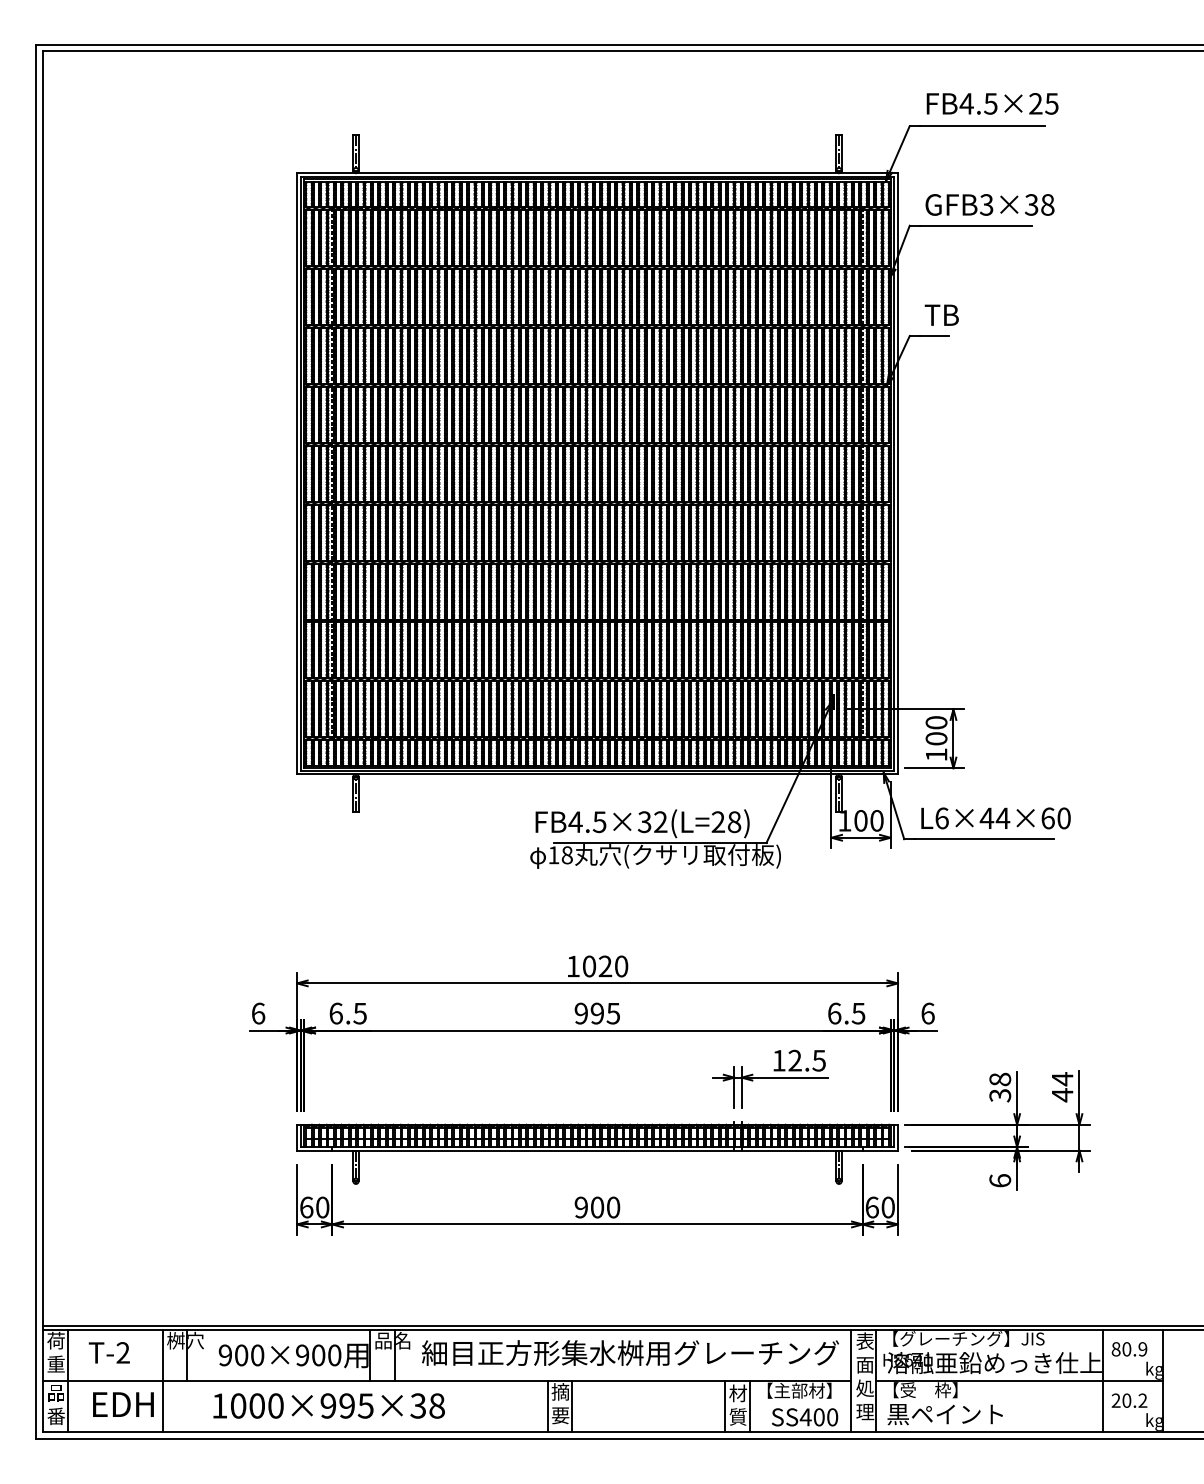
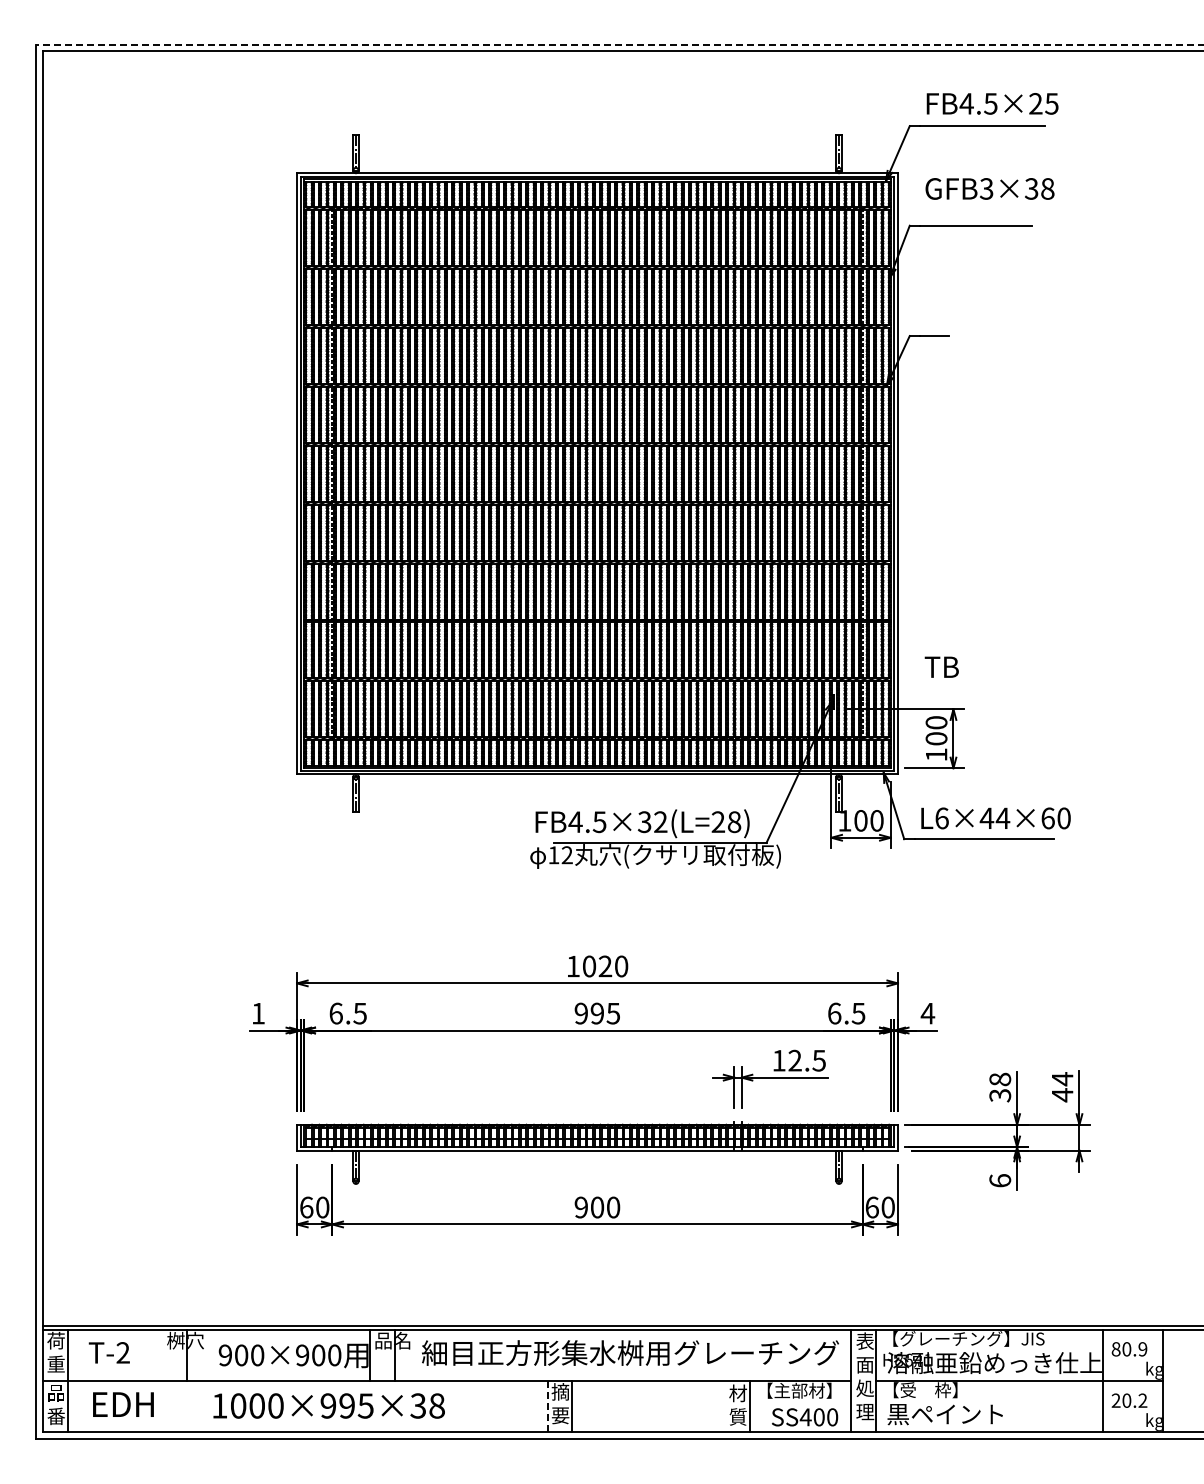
line at (619, 44): solid -> dashed
text at (989, 204) position: (989, 204) -> (989, 188)
text at (941, 314) position: (941, 314) -> (941, 666)
text at (566, 855): 18 -> 12
text at (258, 1013): 6 -> 1
text at (927, 1013): 6 -> 4
line at (162, 1380): present -> none
line at (547, 1406): solid -> dashed
line at (725, 1406): present -> none
